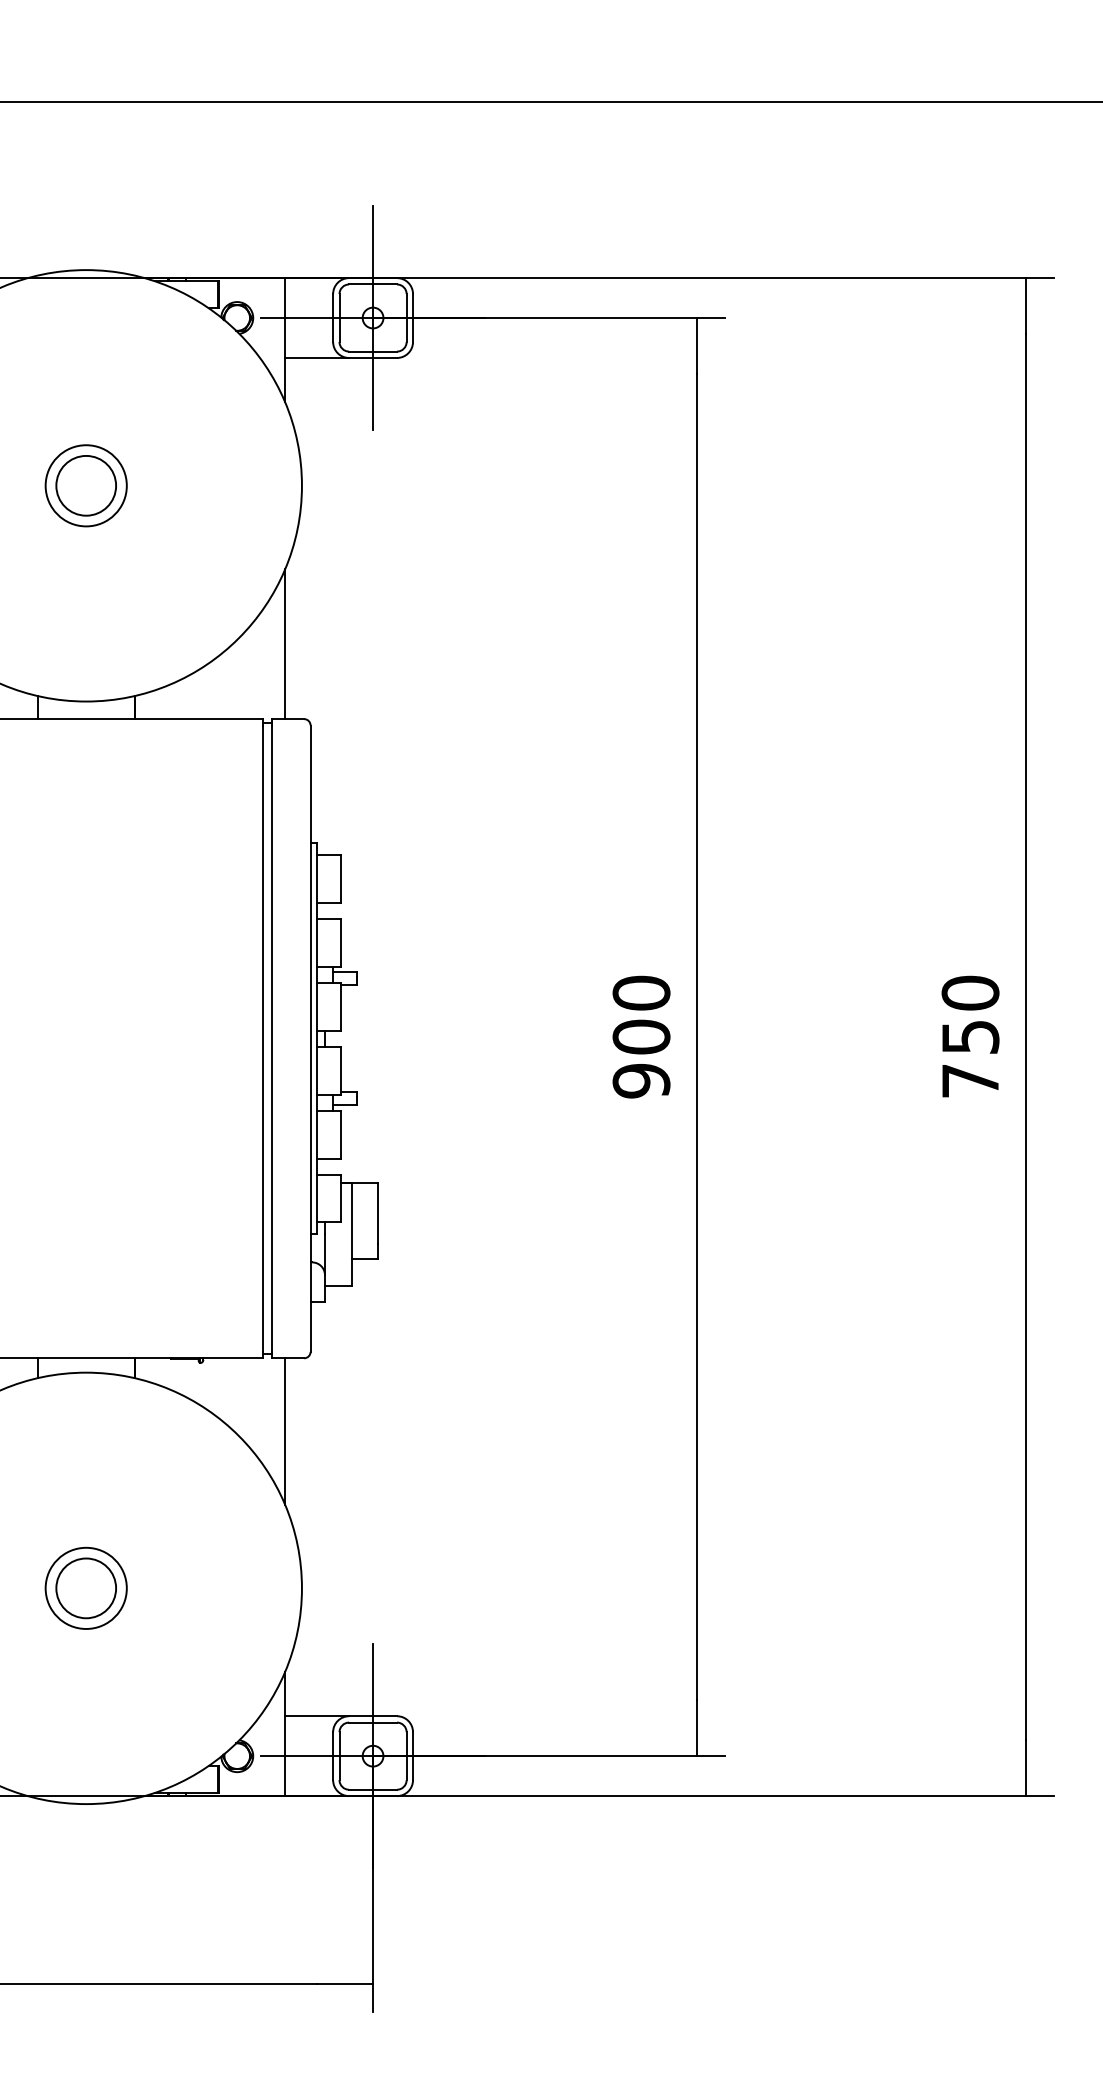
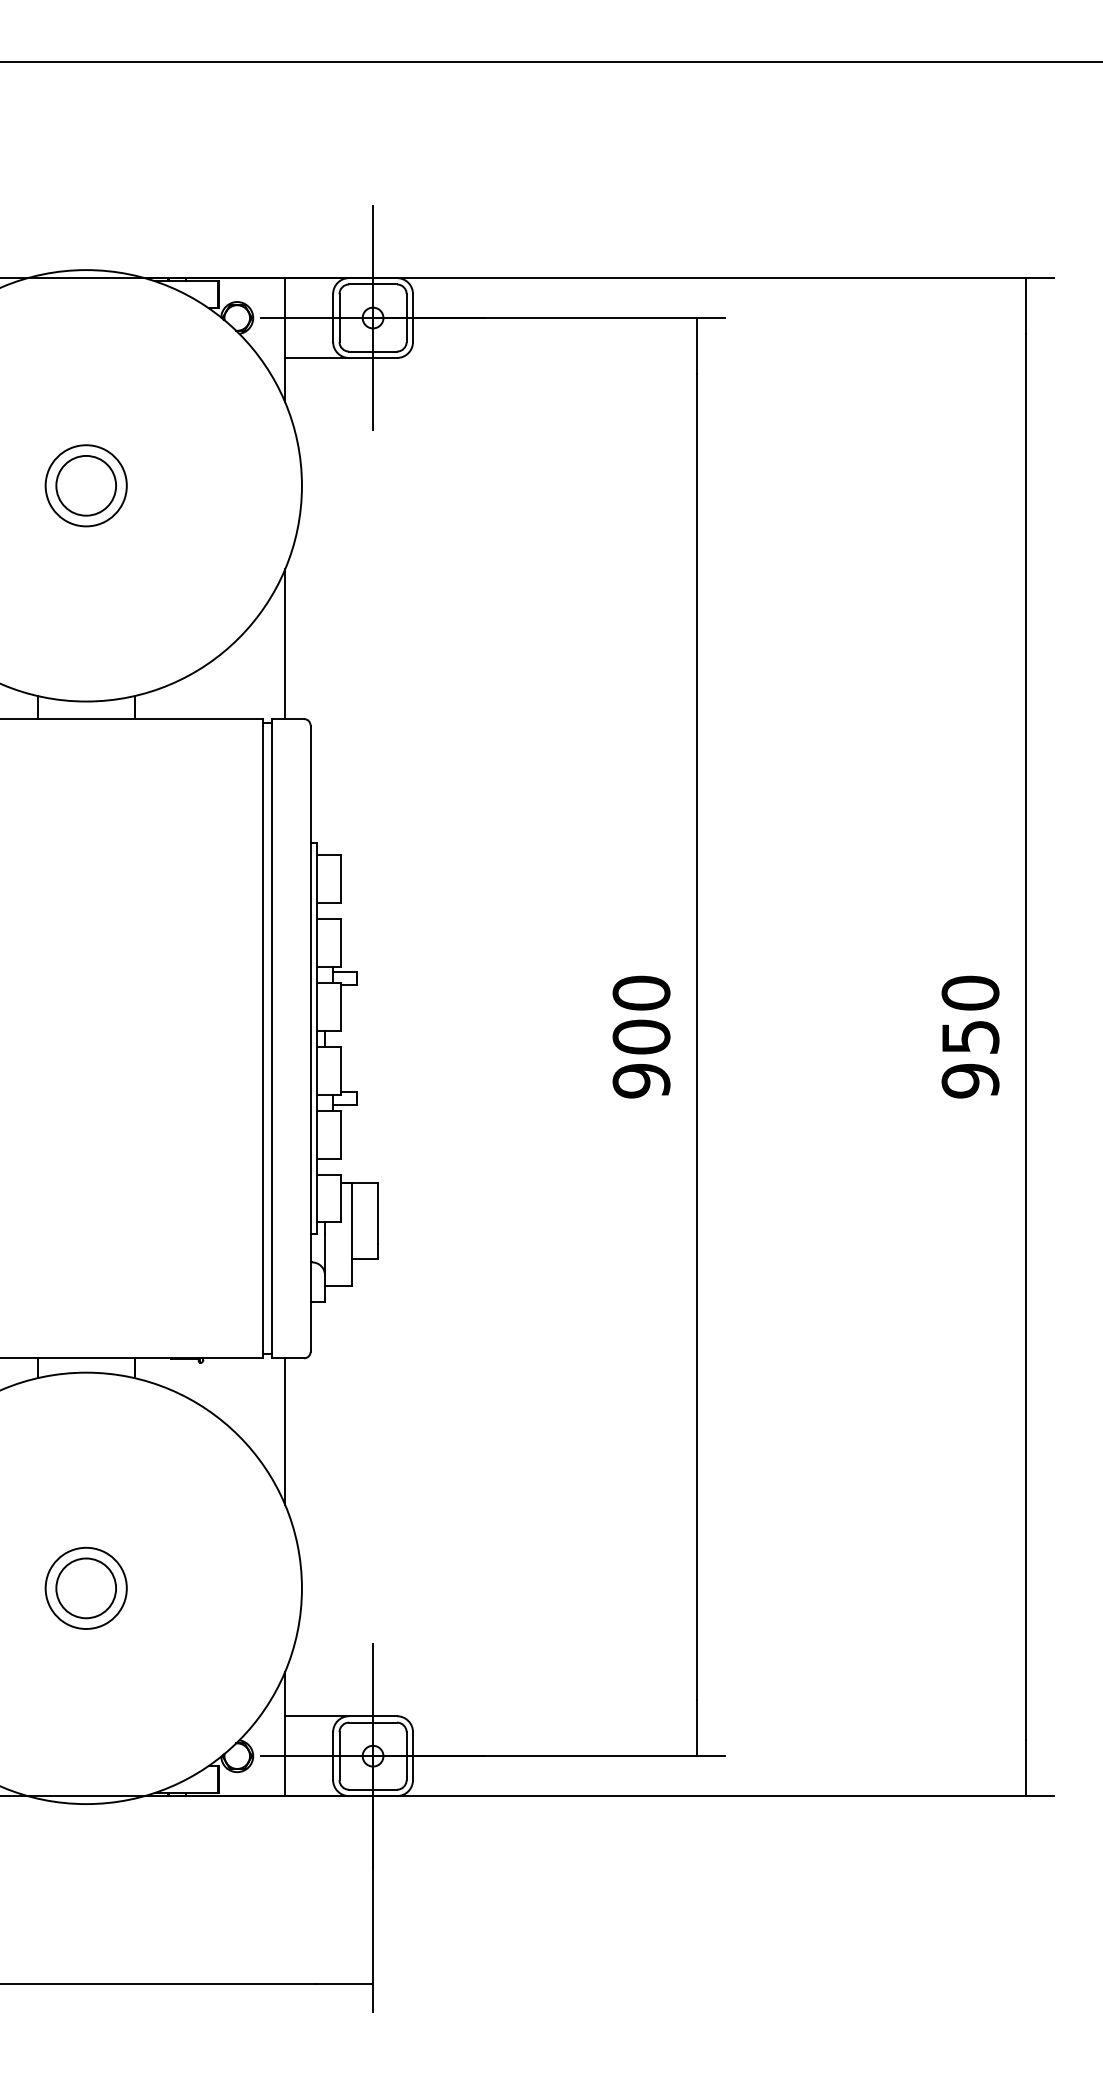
line at (550, 102) position: (550, 102) -> (550, 62)
text at (970, 1080): 750 -> 950
